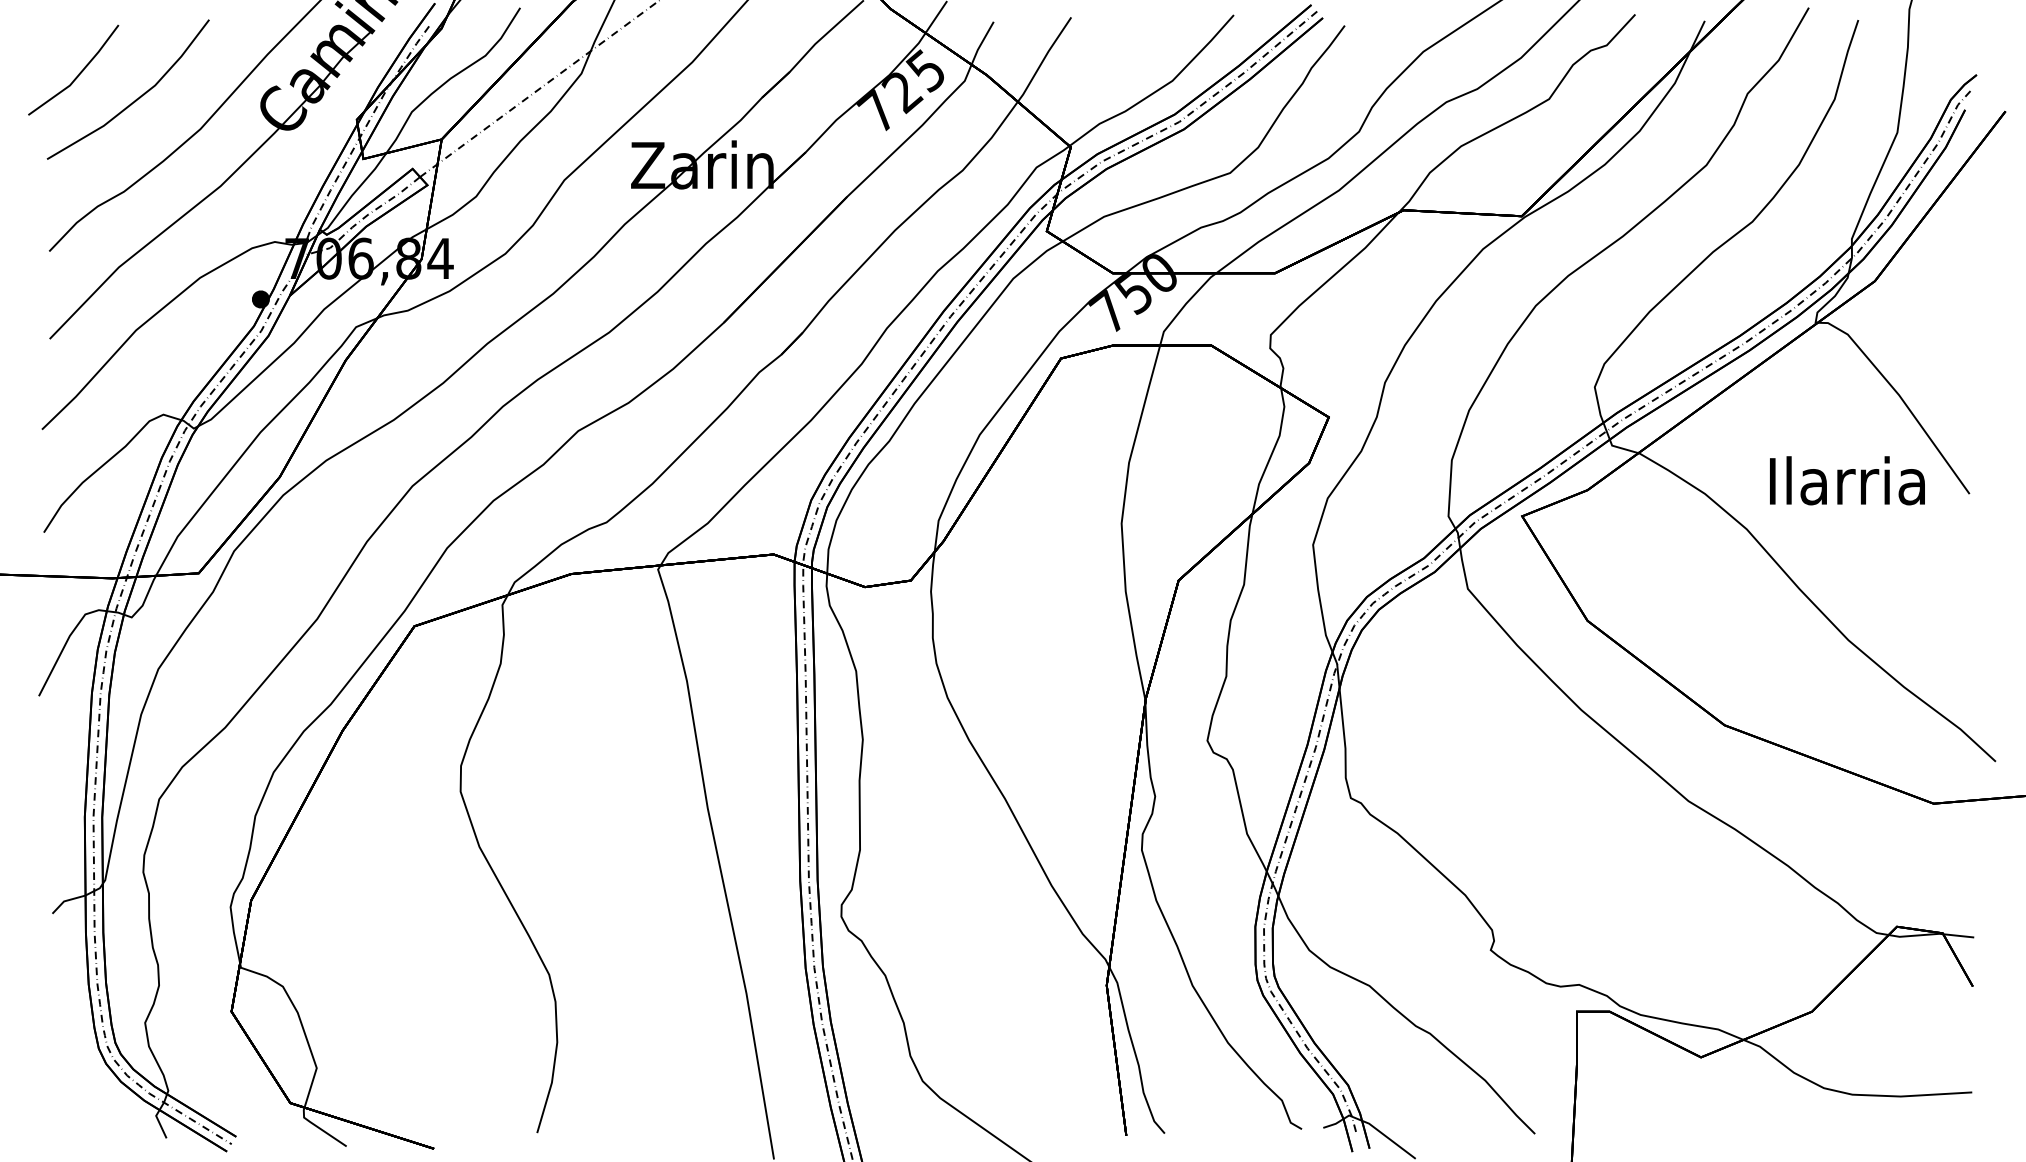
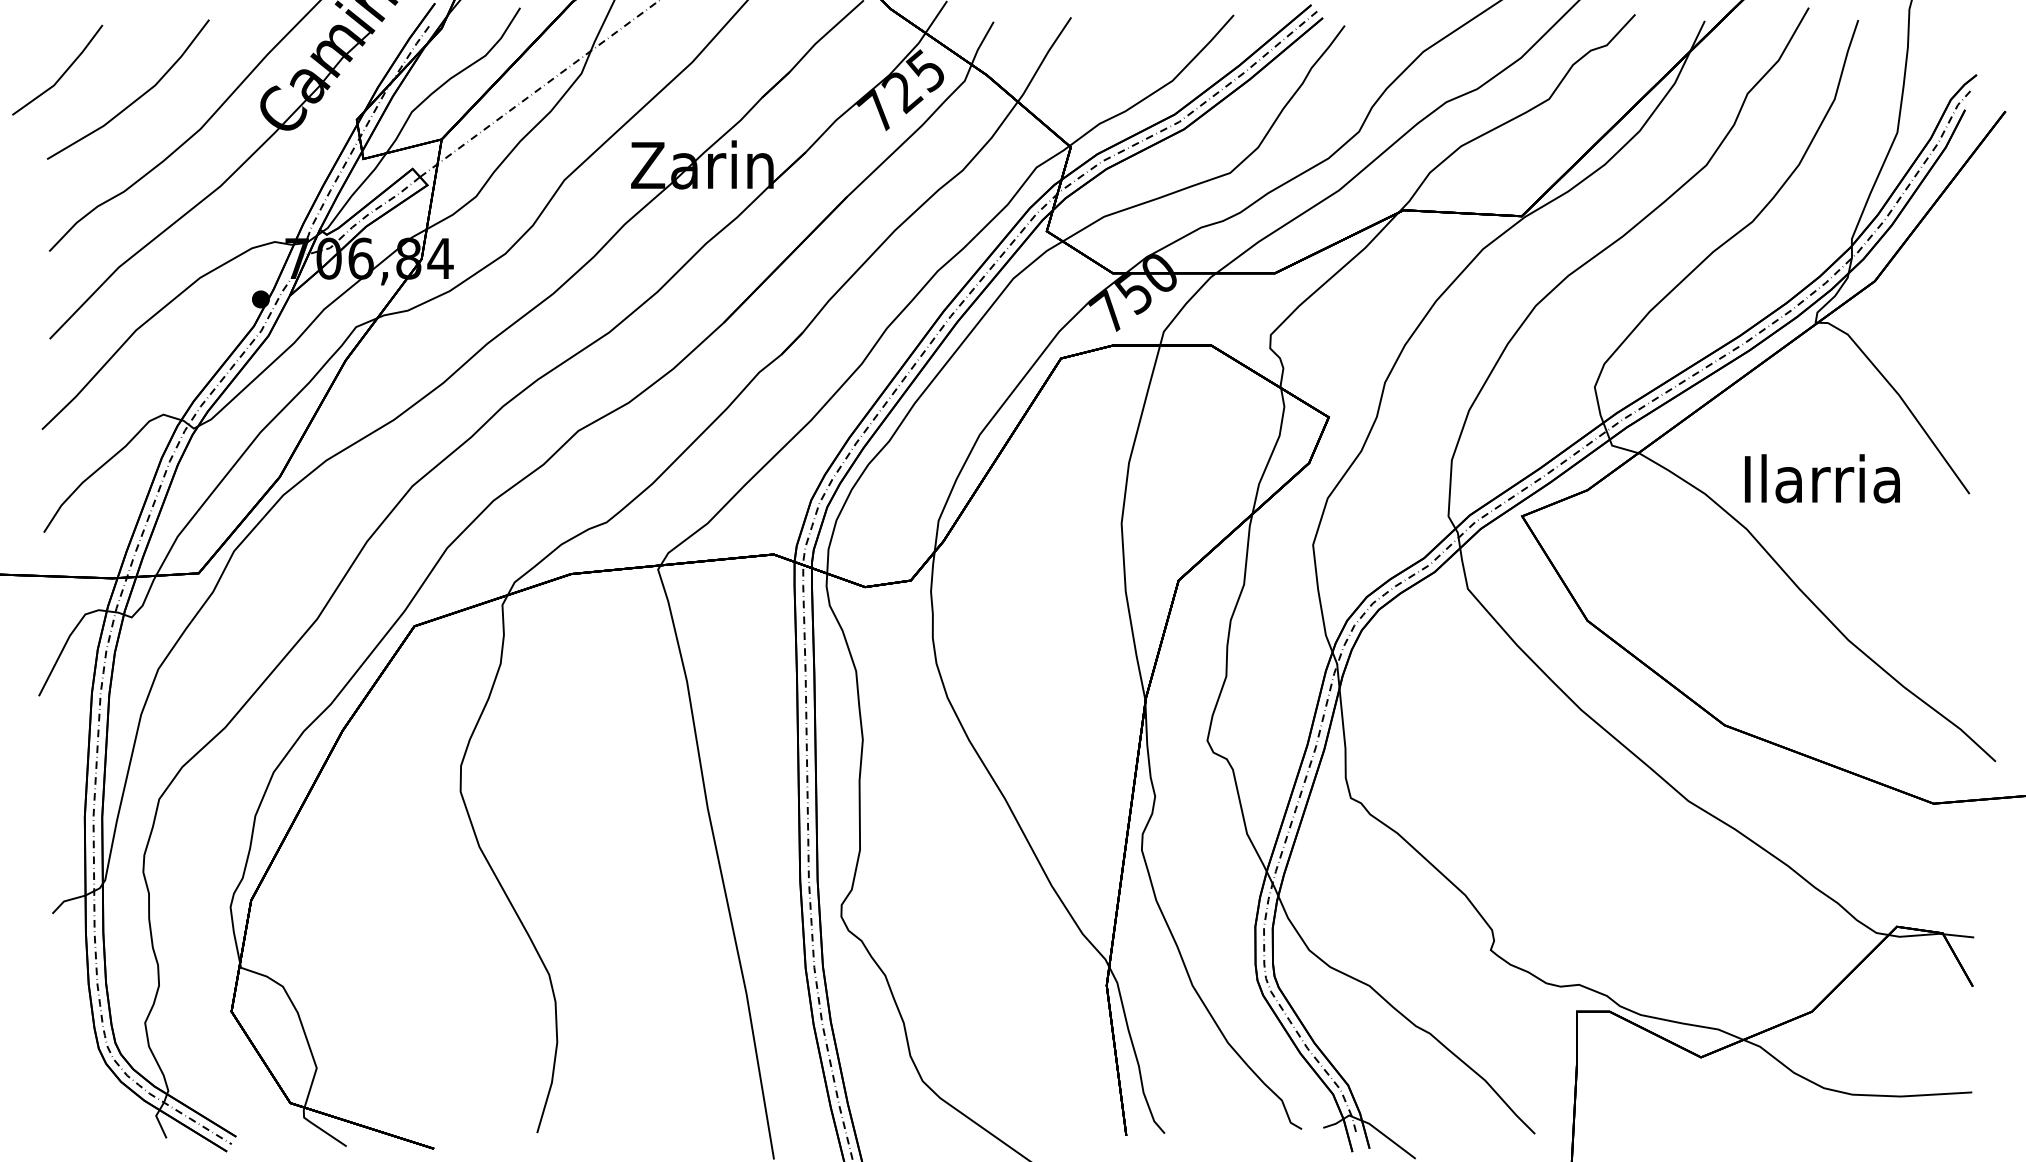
line at (78, 73) position: (78, 73) -> (62, 73)
text at (1847, 480) position: (1847, 480) -> (1822, 478)
